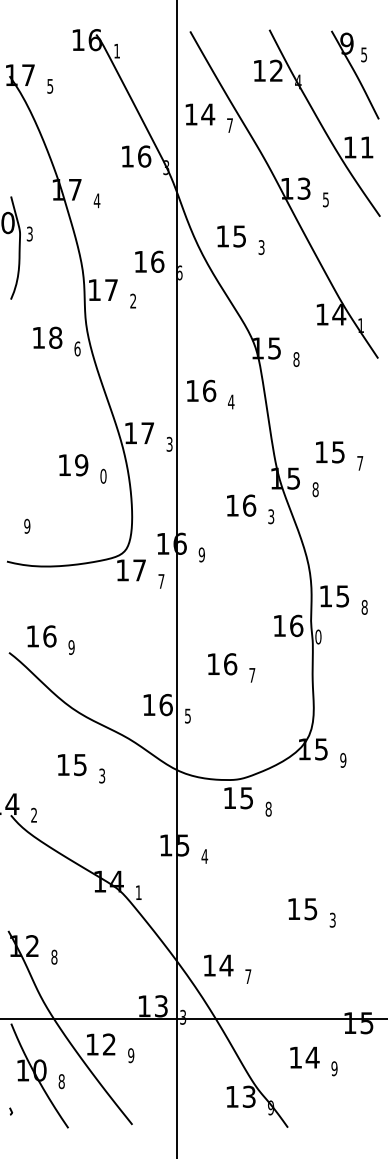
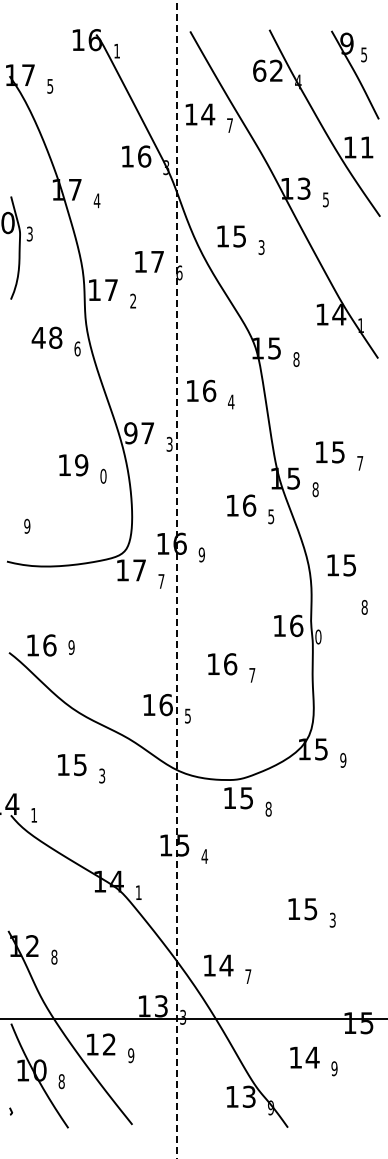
text at (259, 70): 12 -> 62
text at (157, 261): 16 -> 17
text at (38, 337): 18 -> 48
text at (130, 433): 17 -> 97
text at (271, 515): 3 -> 5
line at (177, 579): solid -> dashed
text at (334, 596) position: (334, 596) -> (341, 565)
text at (41, 636) position: (41, 636) -> (41, 645)
text at (33, 814): 2 -> 1
